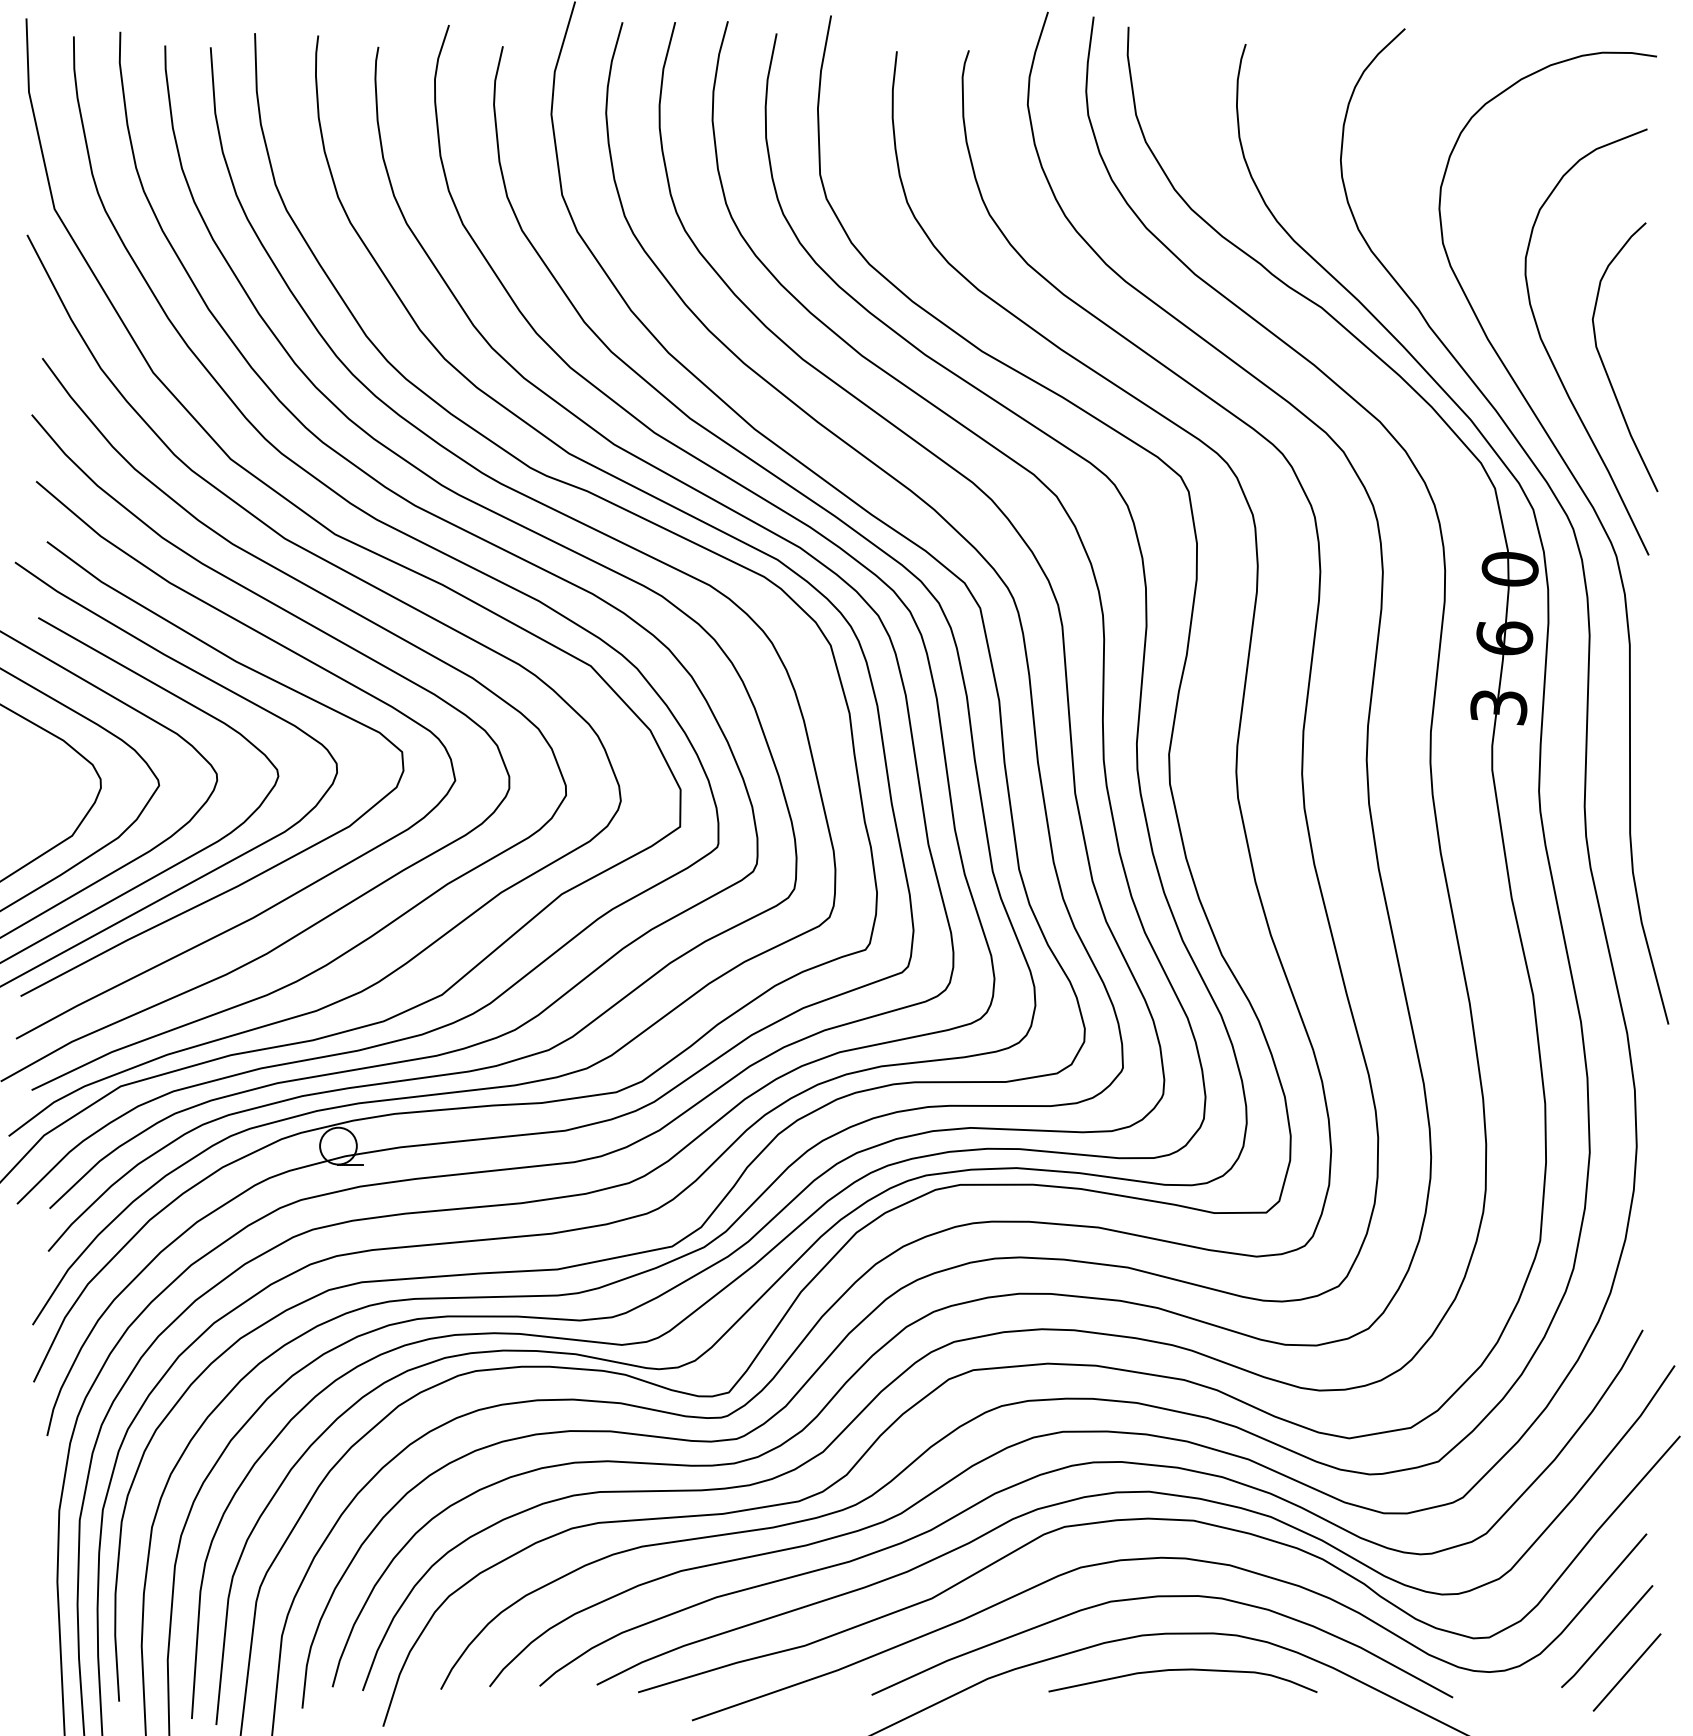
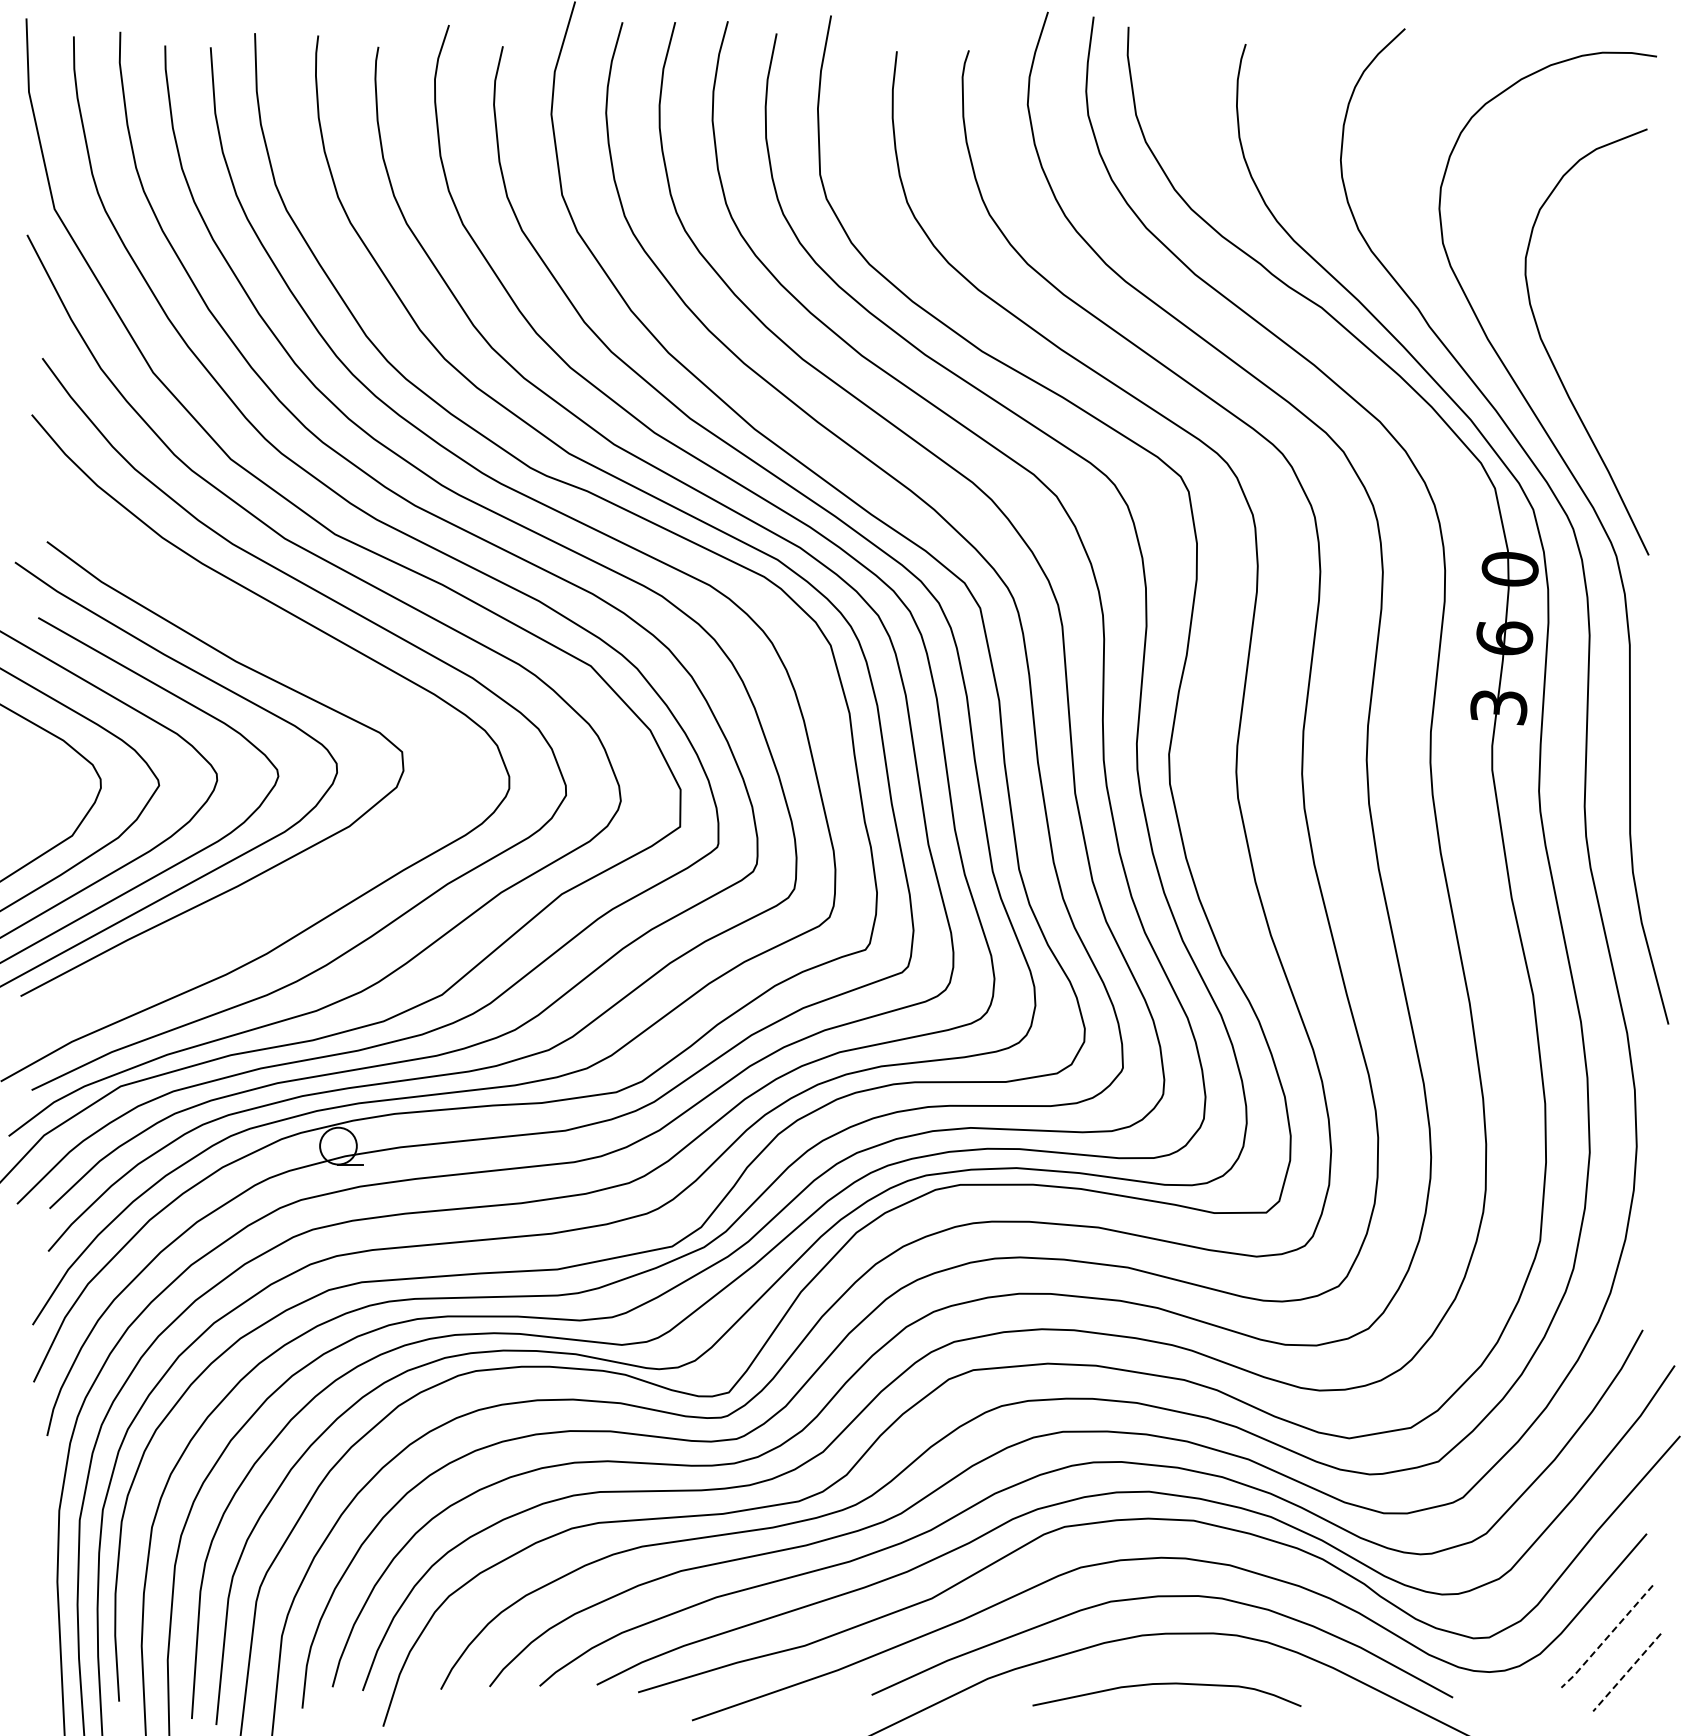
curve at (1604, 364): present -> none
curve at (295, 654): present -> none
line at (1606, 1638): solid -> dashed
curve at (1182, 1670) position: (1182, 1670) -> (1166, 1684)
line at (1627, 1672): solid -> dashed
